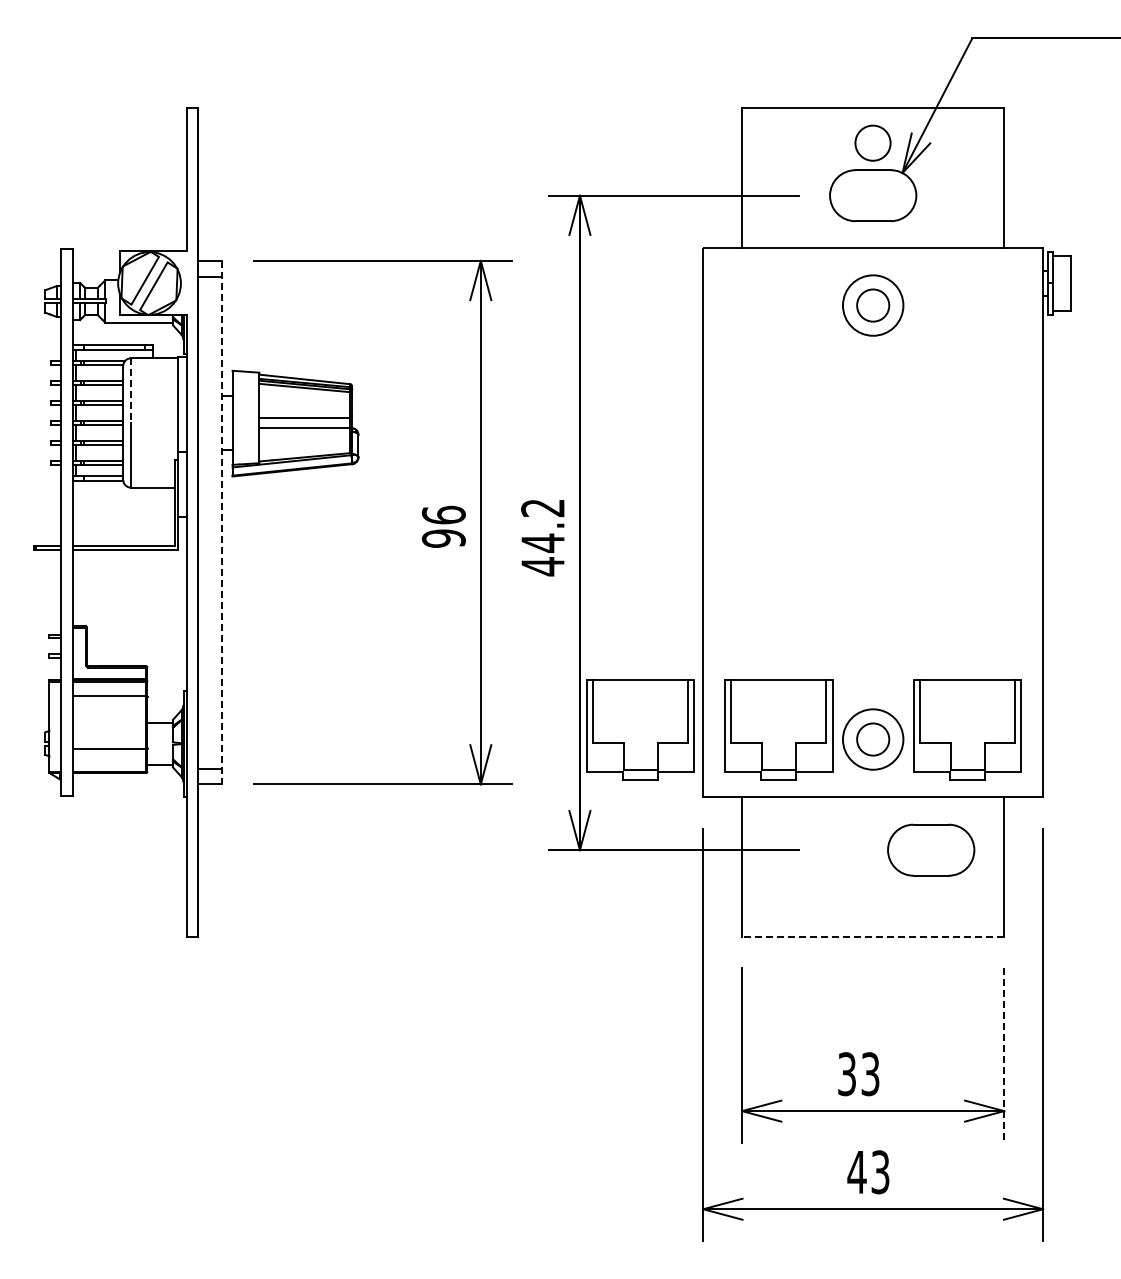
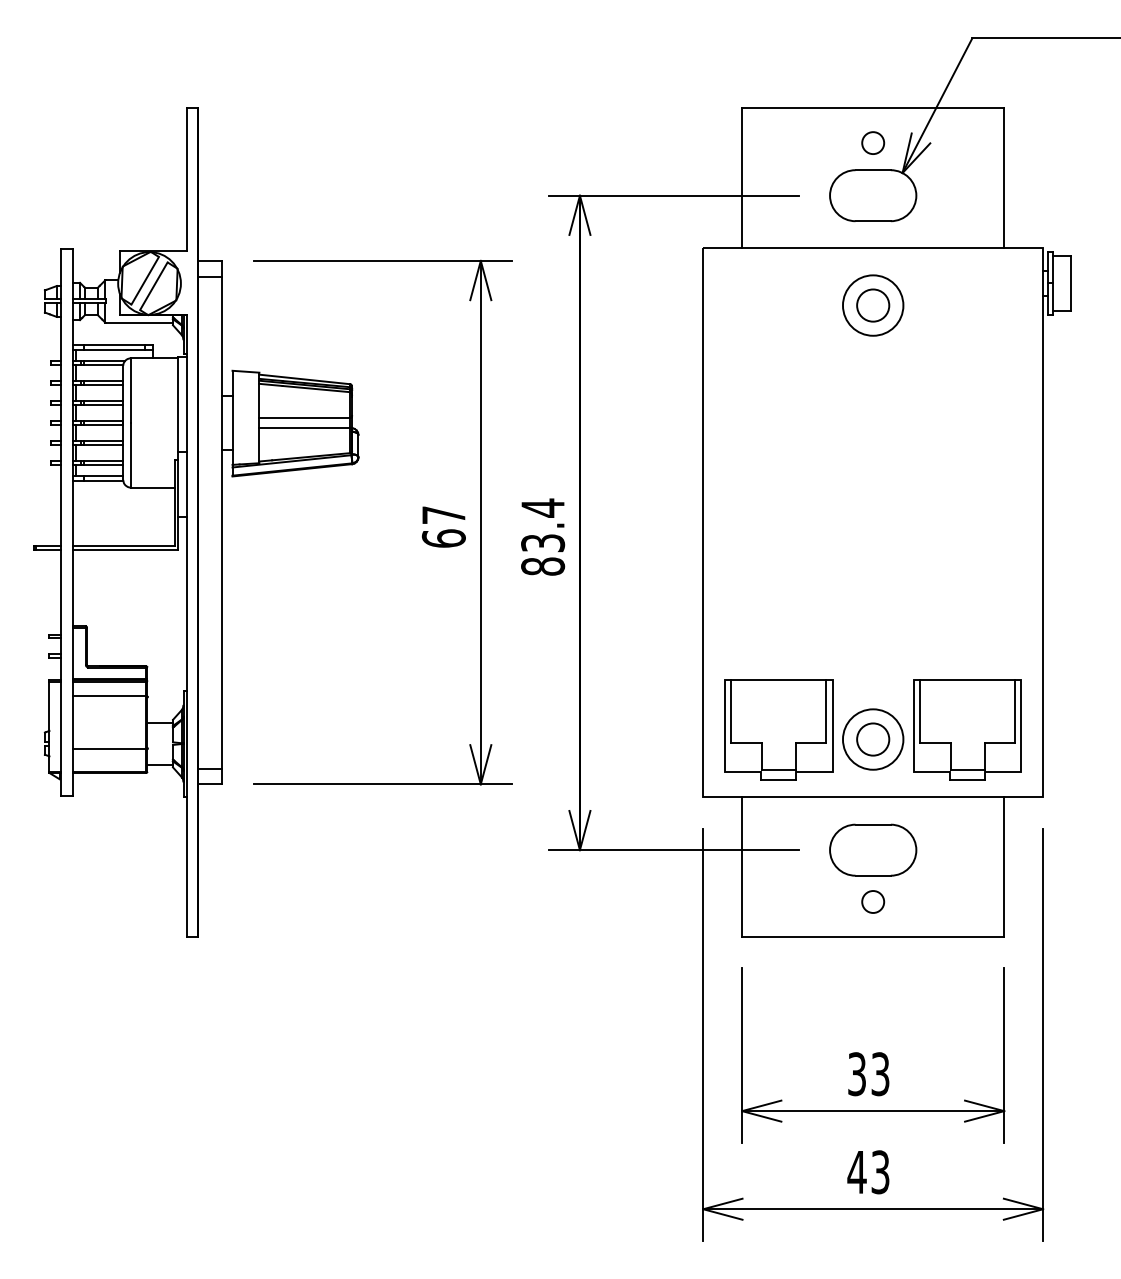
circle at (872, 142) size: 38x38 px -> 25x24 px
line at (131, 391): dashed -> solid
line at (222, 522): dashed -> solid
text at (443, 526): 96 -> 67
text at (543, 537): 44.2 -> 83.4
part at (640, 729): present -> none
part at (931, 849) position: (931, 849) -> (873, 849)
circle at (873, 901): none -> present
line at (872, 936): dashed -> solid
line at (1004, 1055): dashed -> solid
text at (858, 1074) position: (858, 1074) -> (868, 1074)
